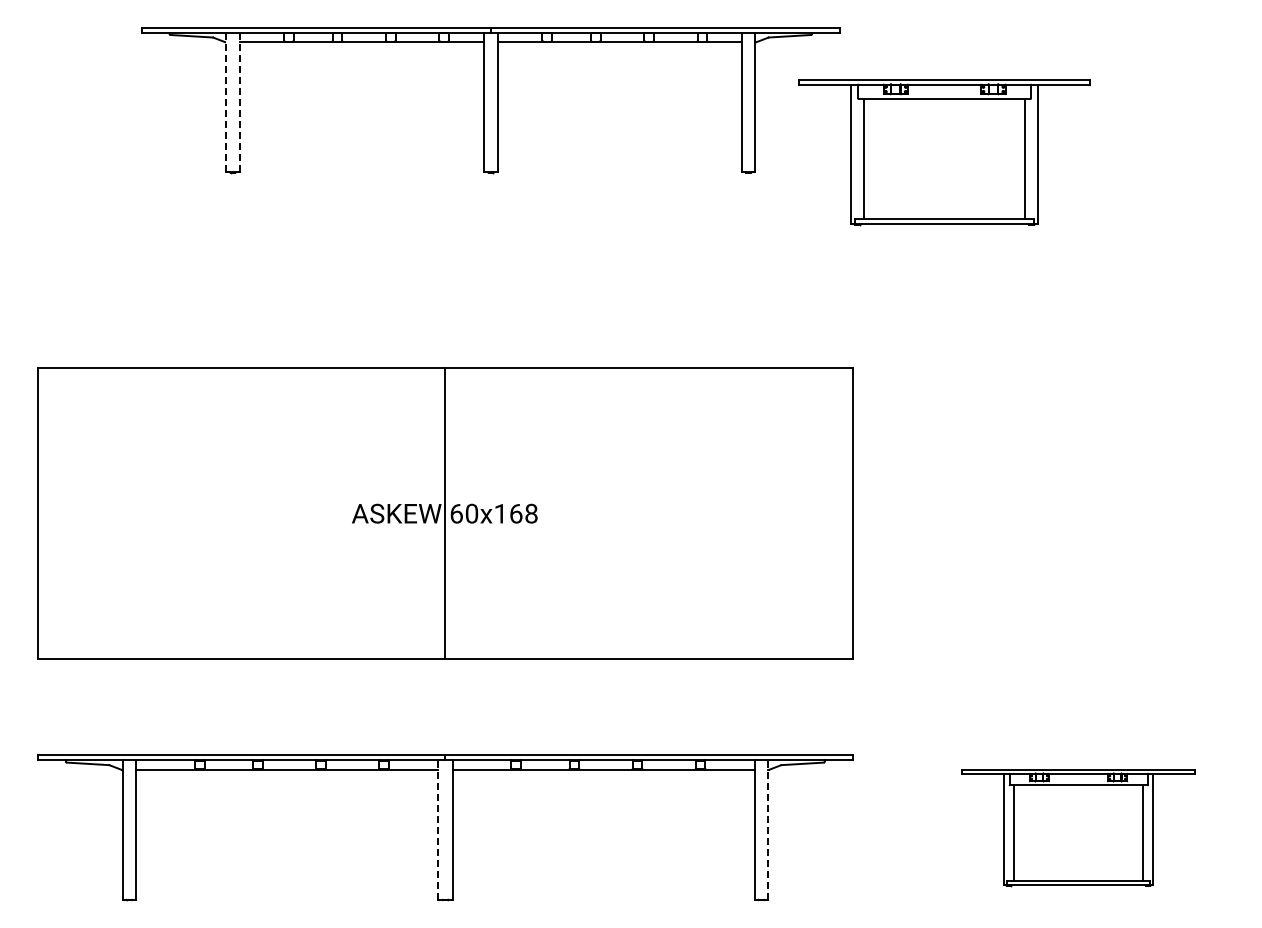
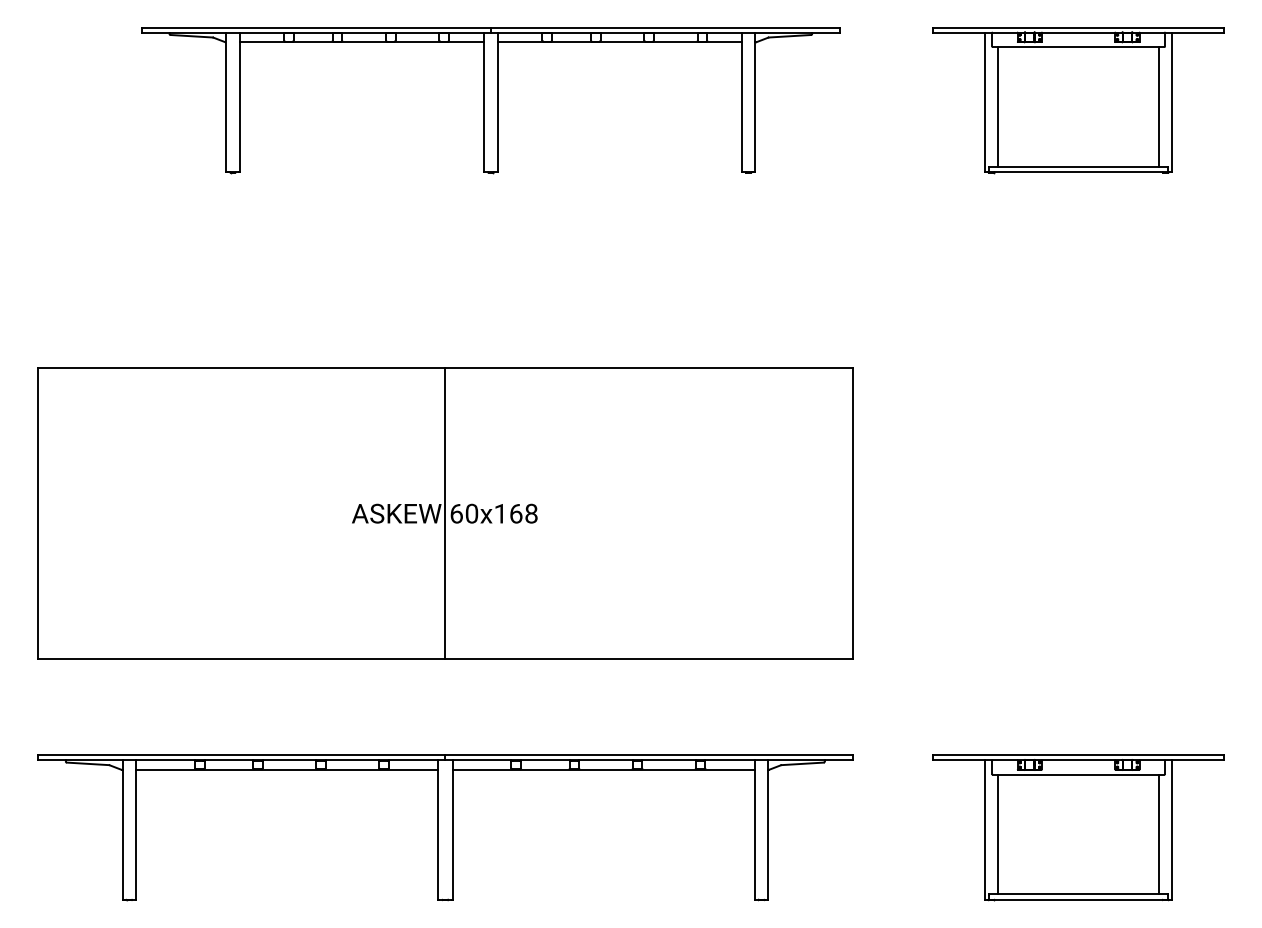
line at (226, 102): dashed -> solid
line at (239, 102): dashed -> solid
part at (944, 152) position: (944, 152) -> (1078, 100)
part at (1078, 828) size: 235x119 px -> 293x148 px
line at (438, 829): dashed -> solid
line at (768, 829): dashed -> solid
